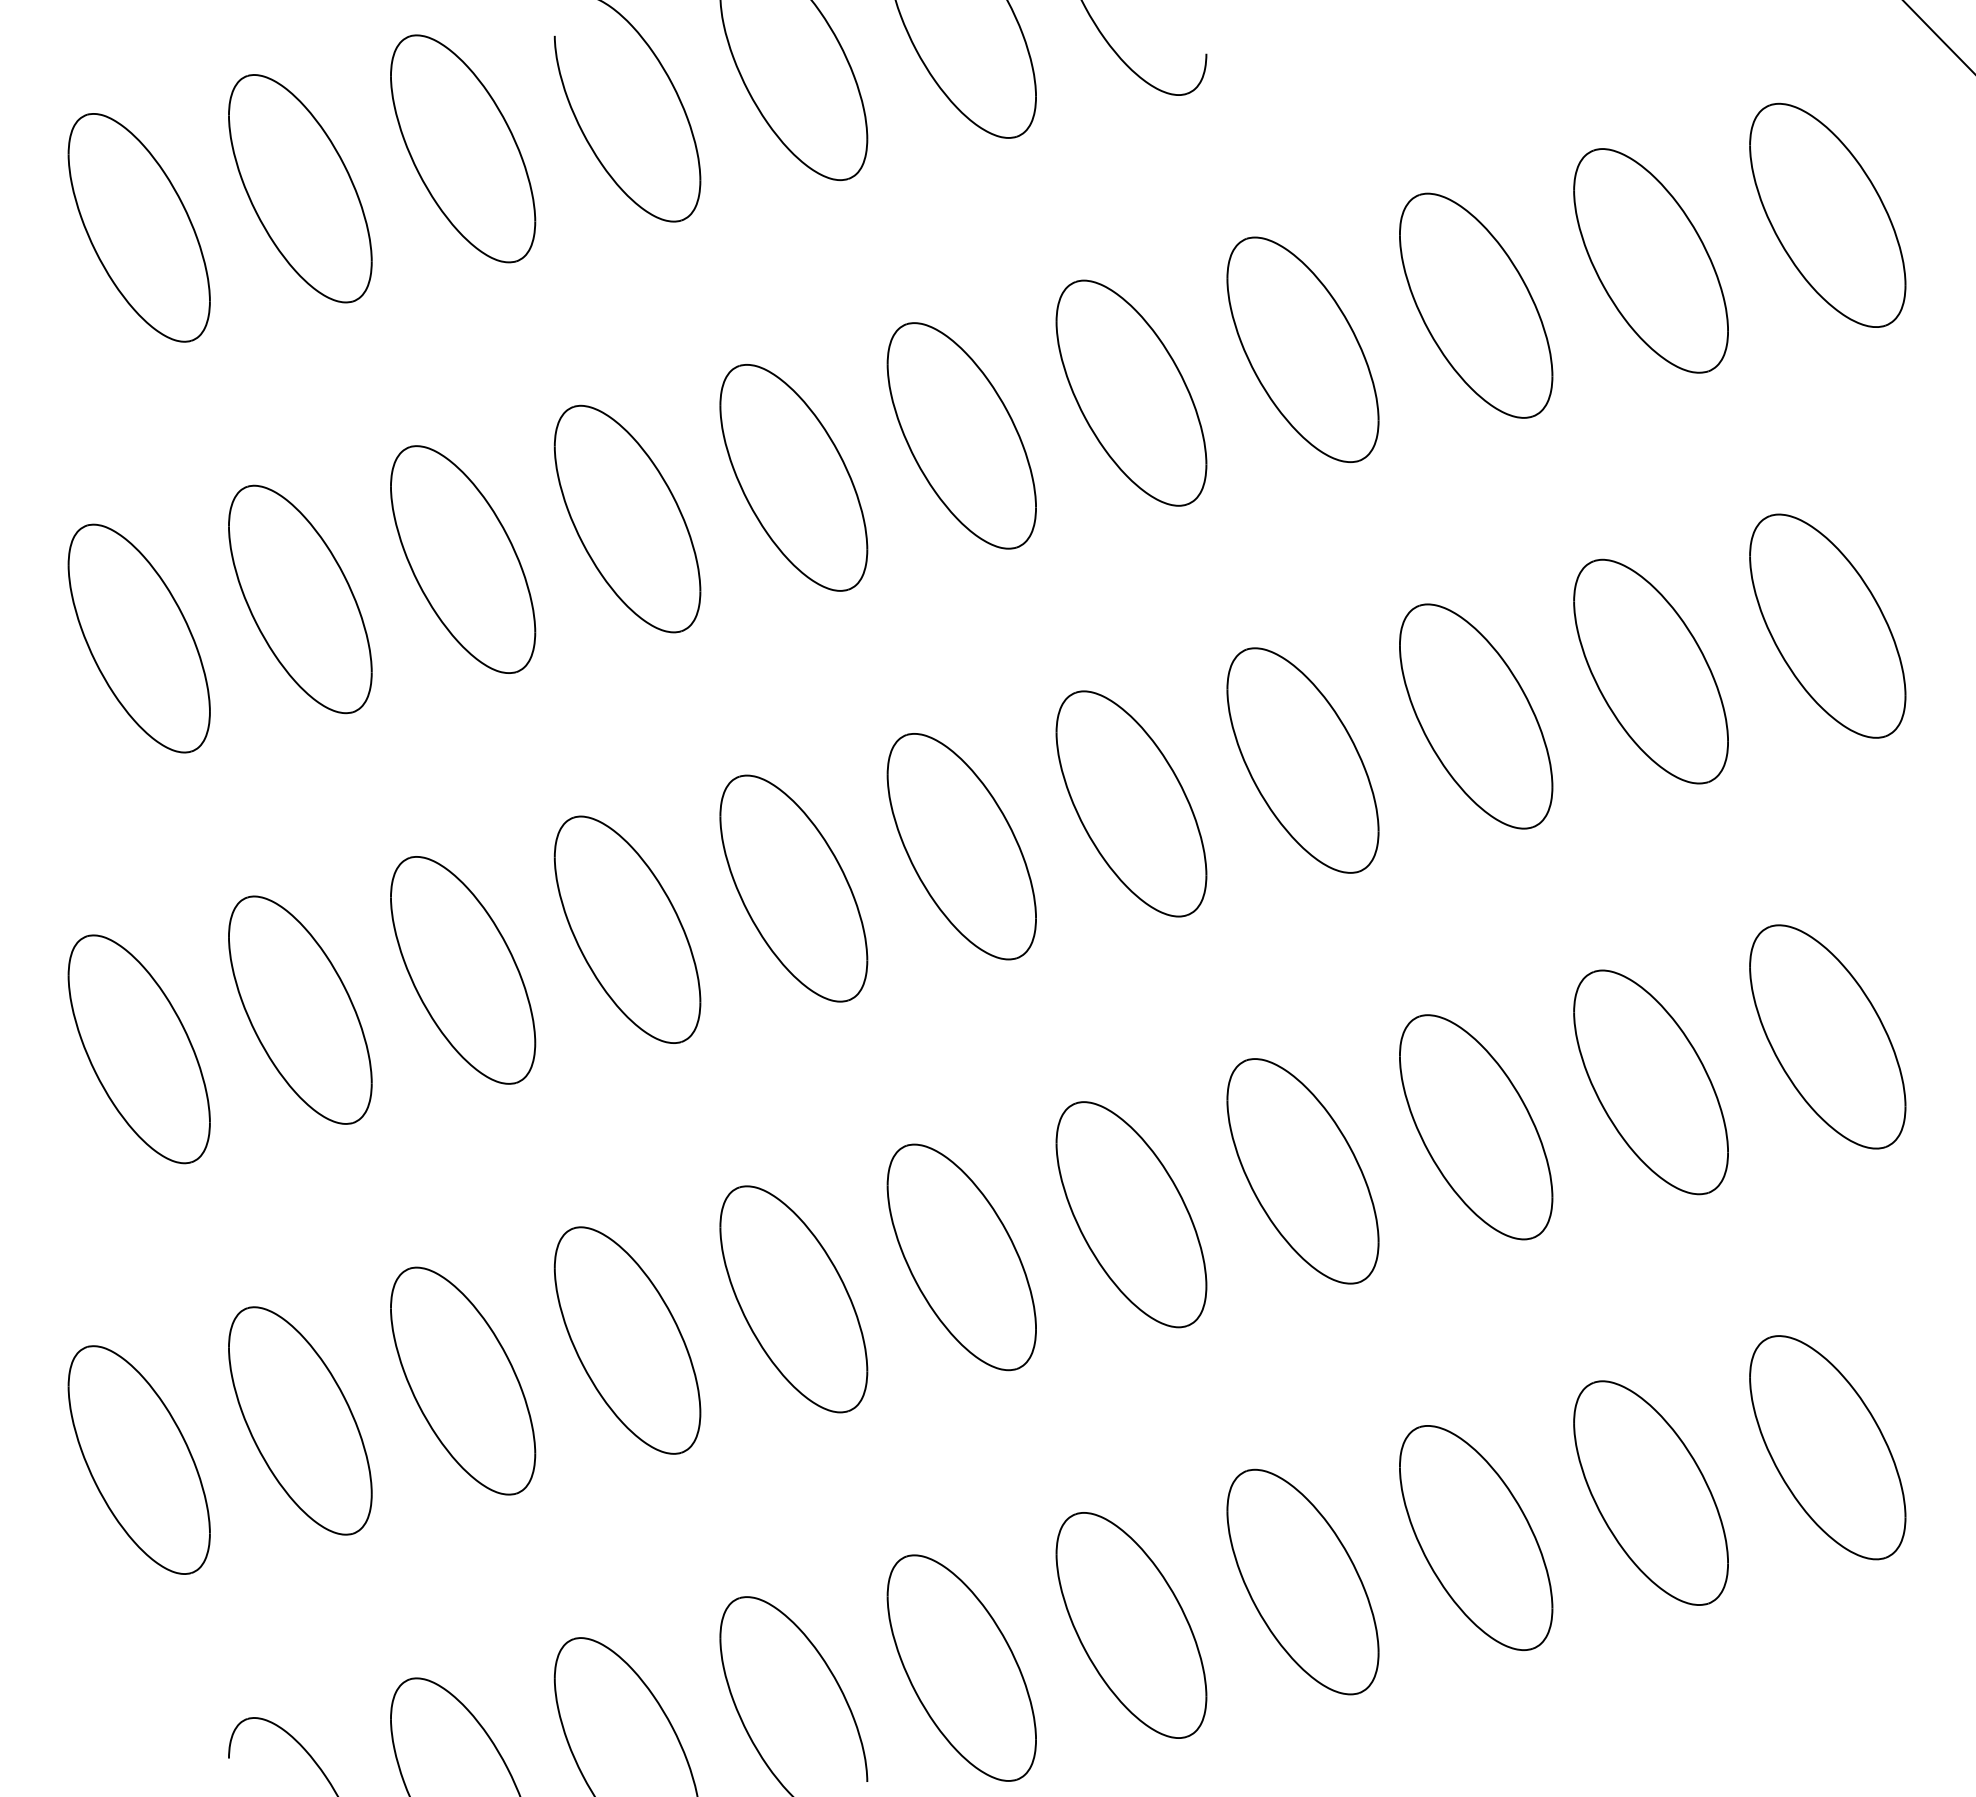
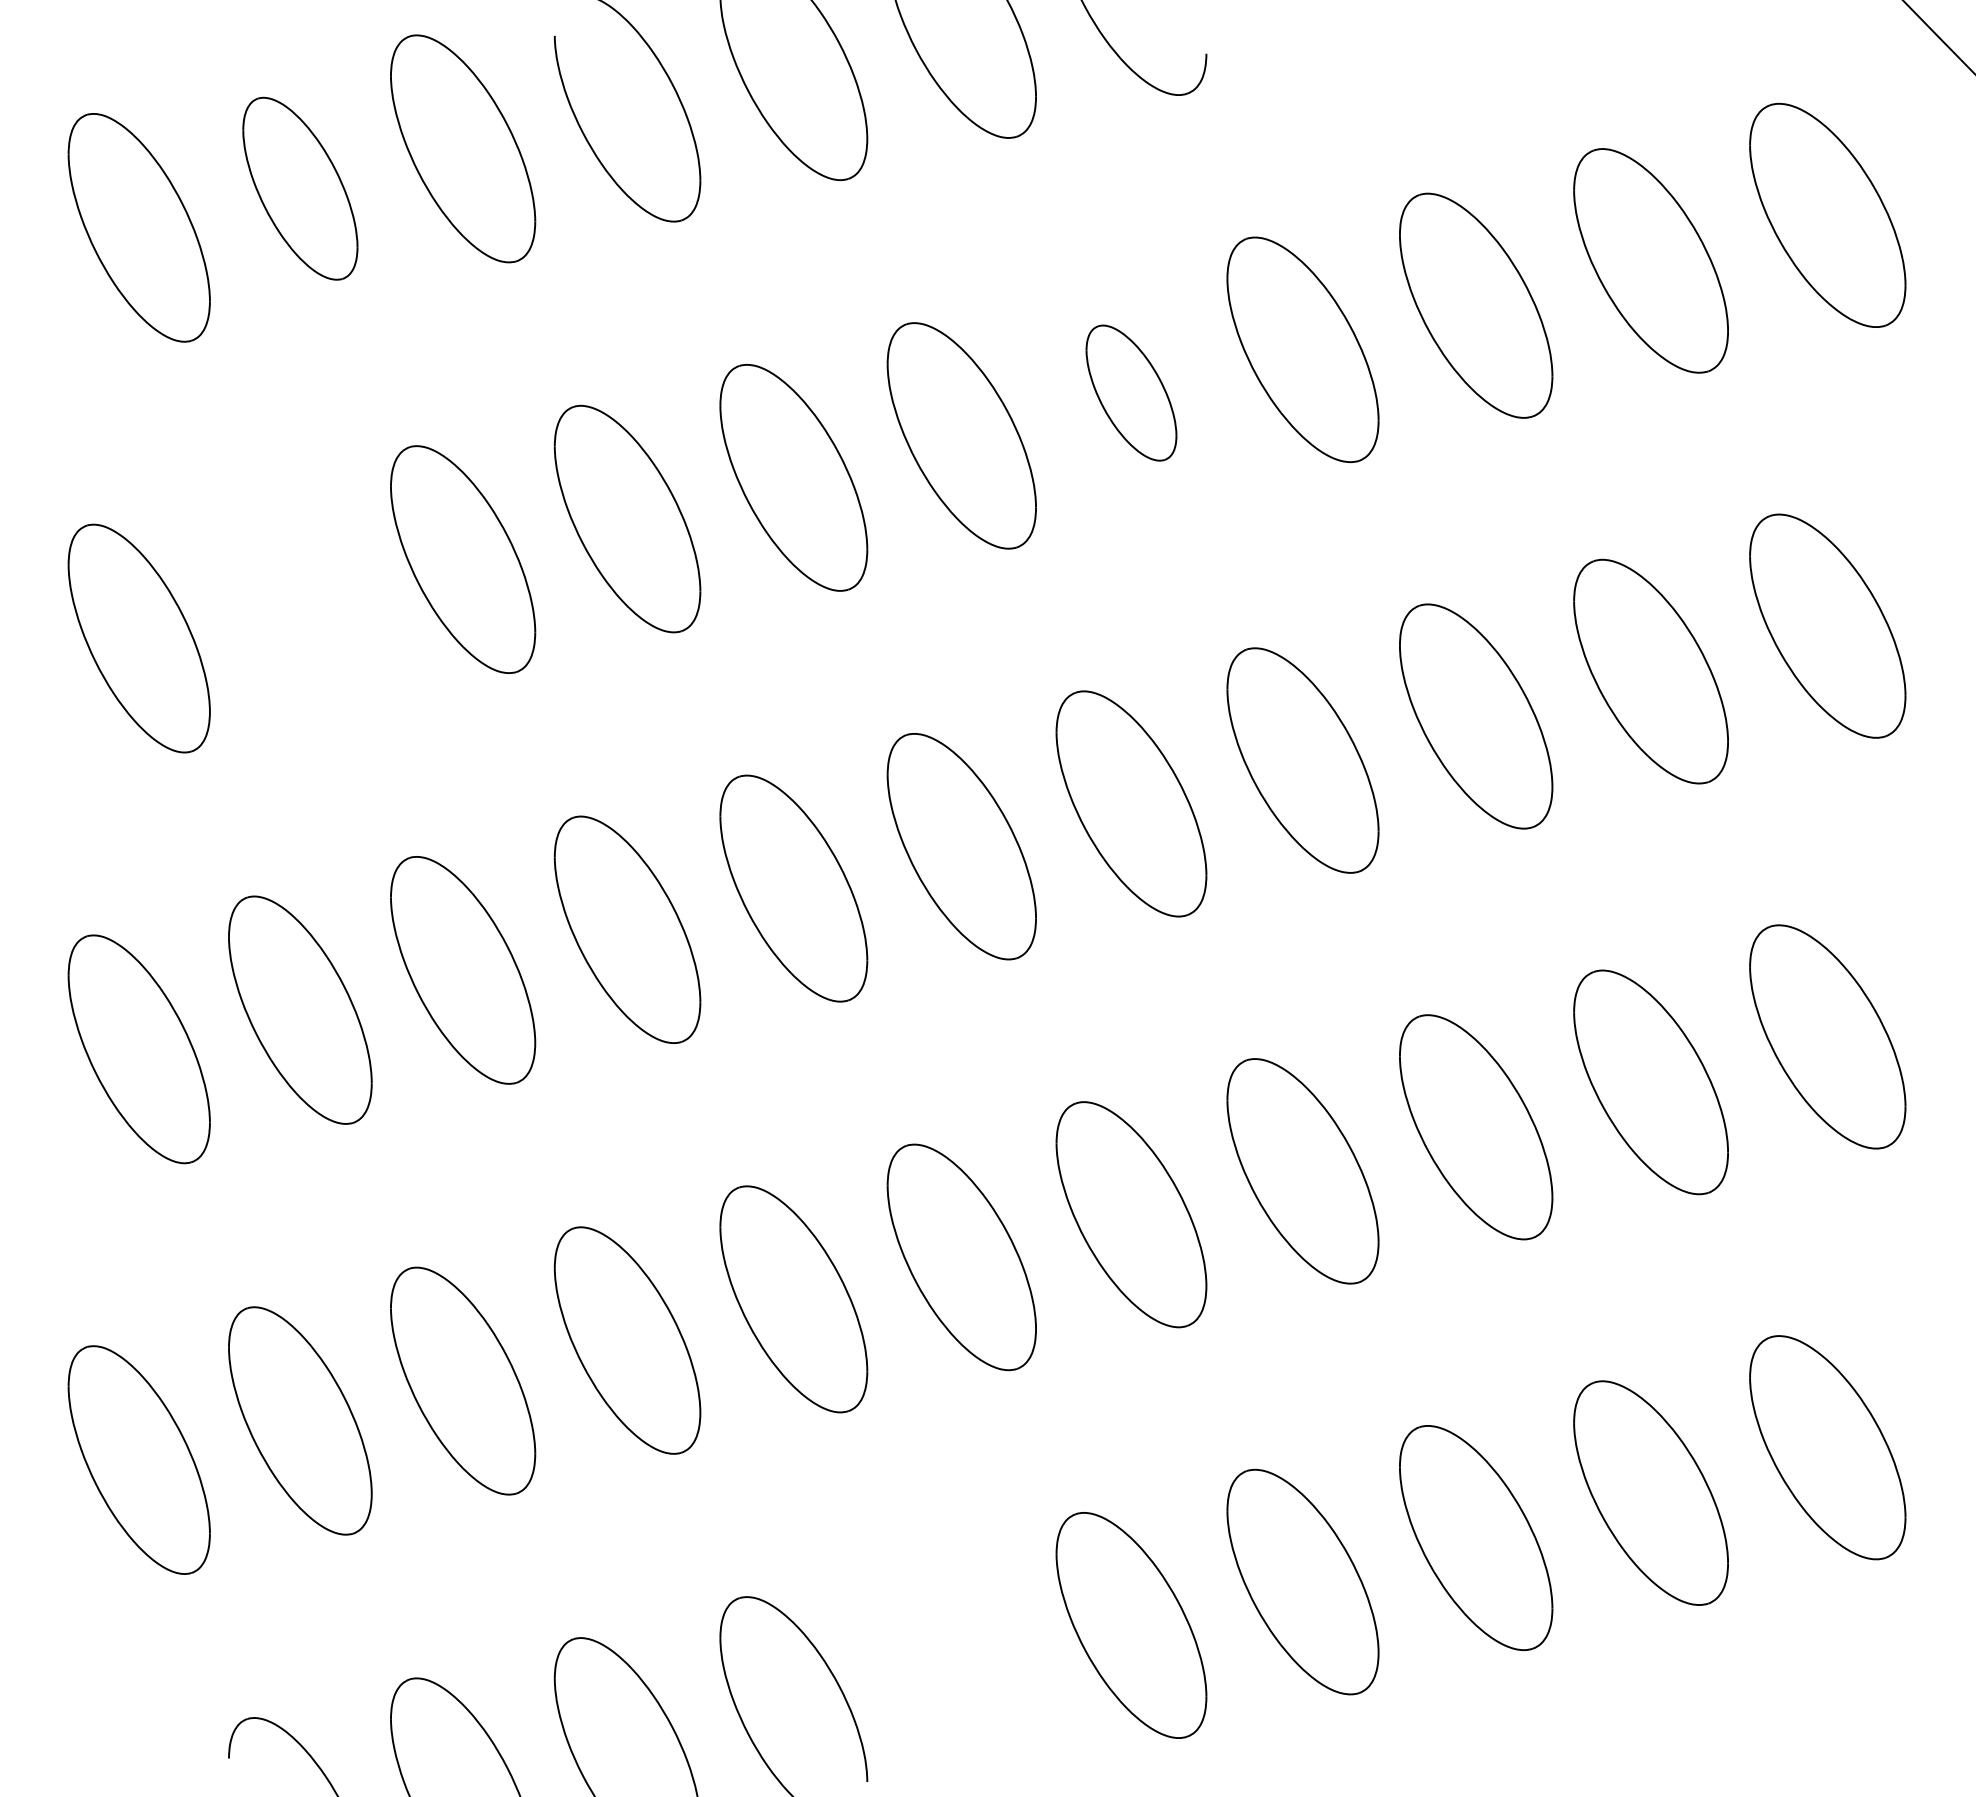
part at (300, 188) size: 145x230 px -> 117x185 px
part at (1131, 392) size: 153x228 px -> 93x138 px
part at (300, 599): present -> none
part at (961, 1667): present -> none
